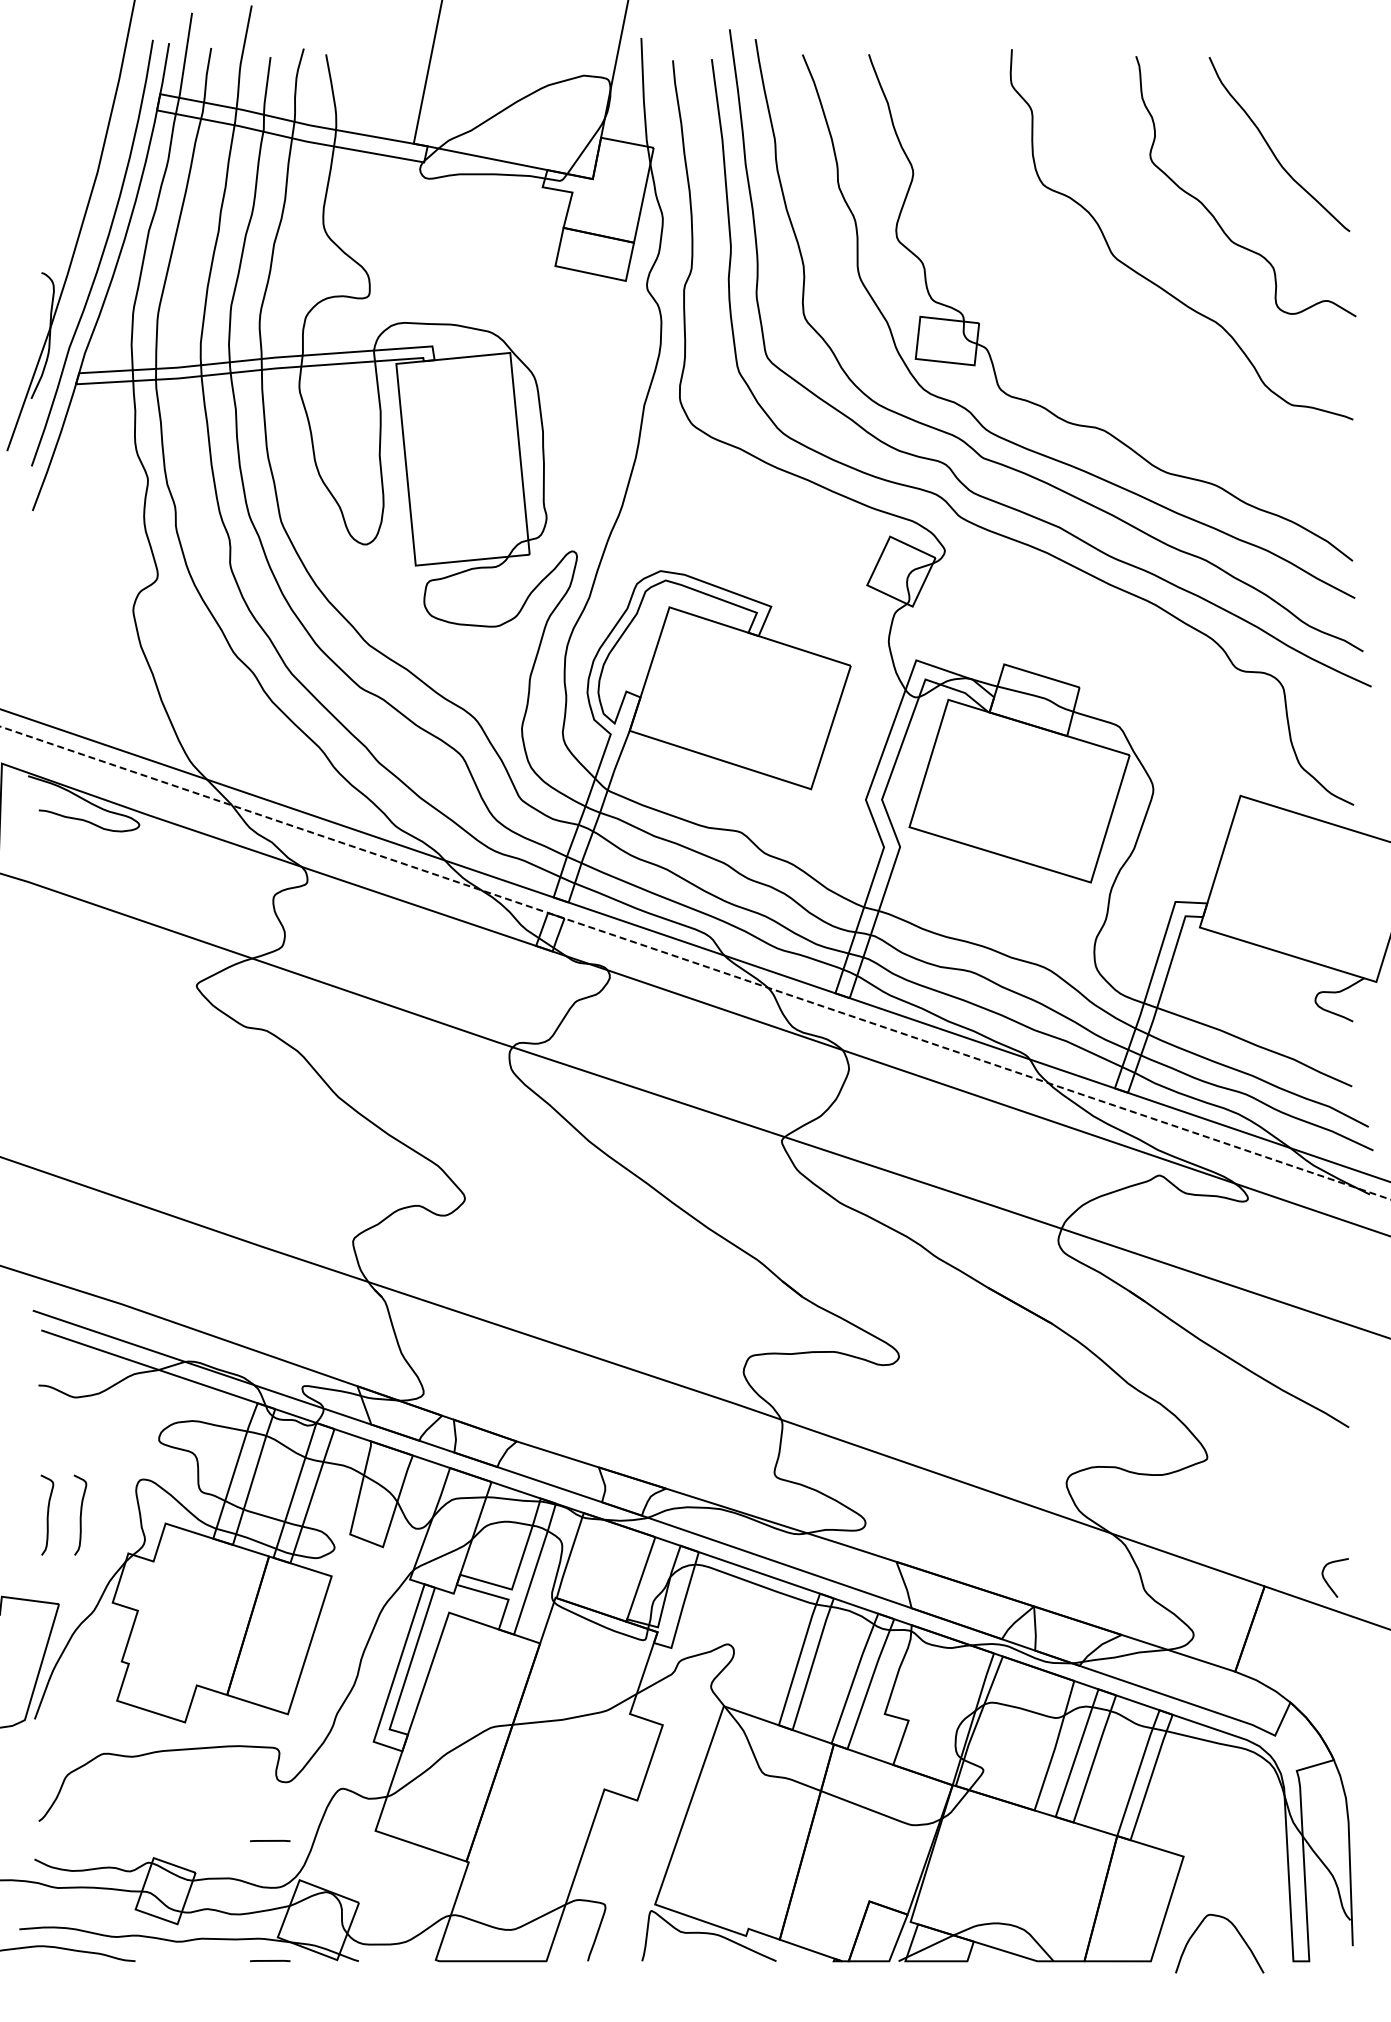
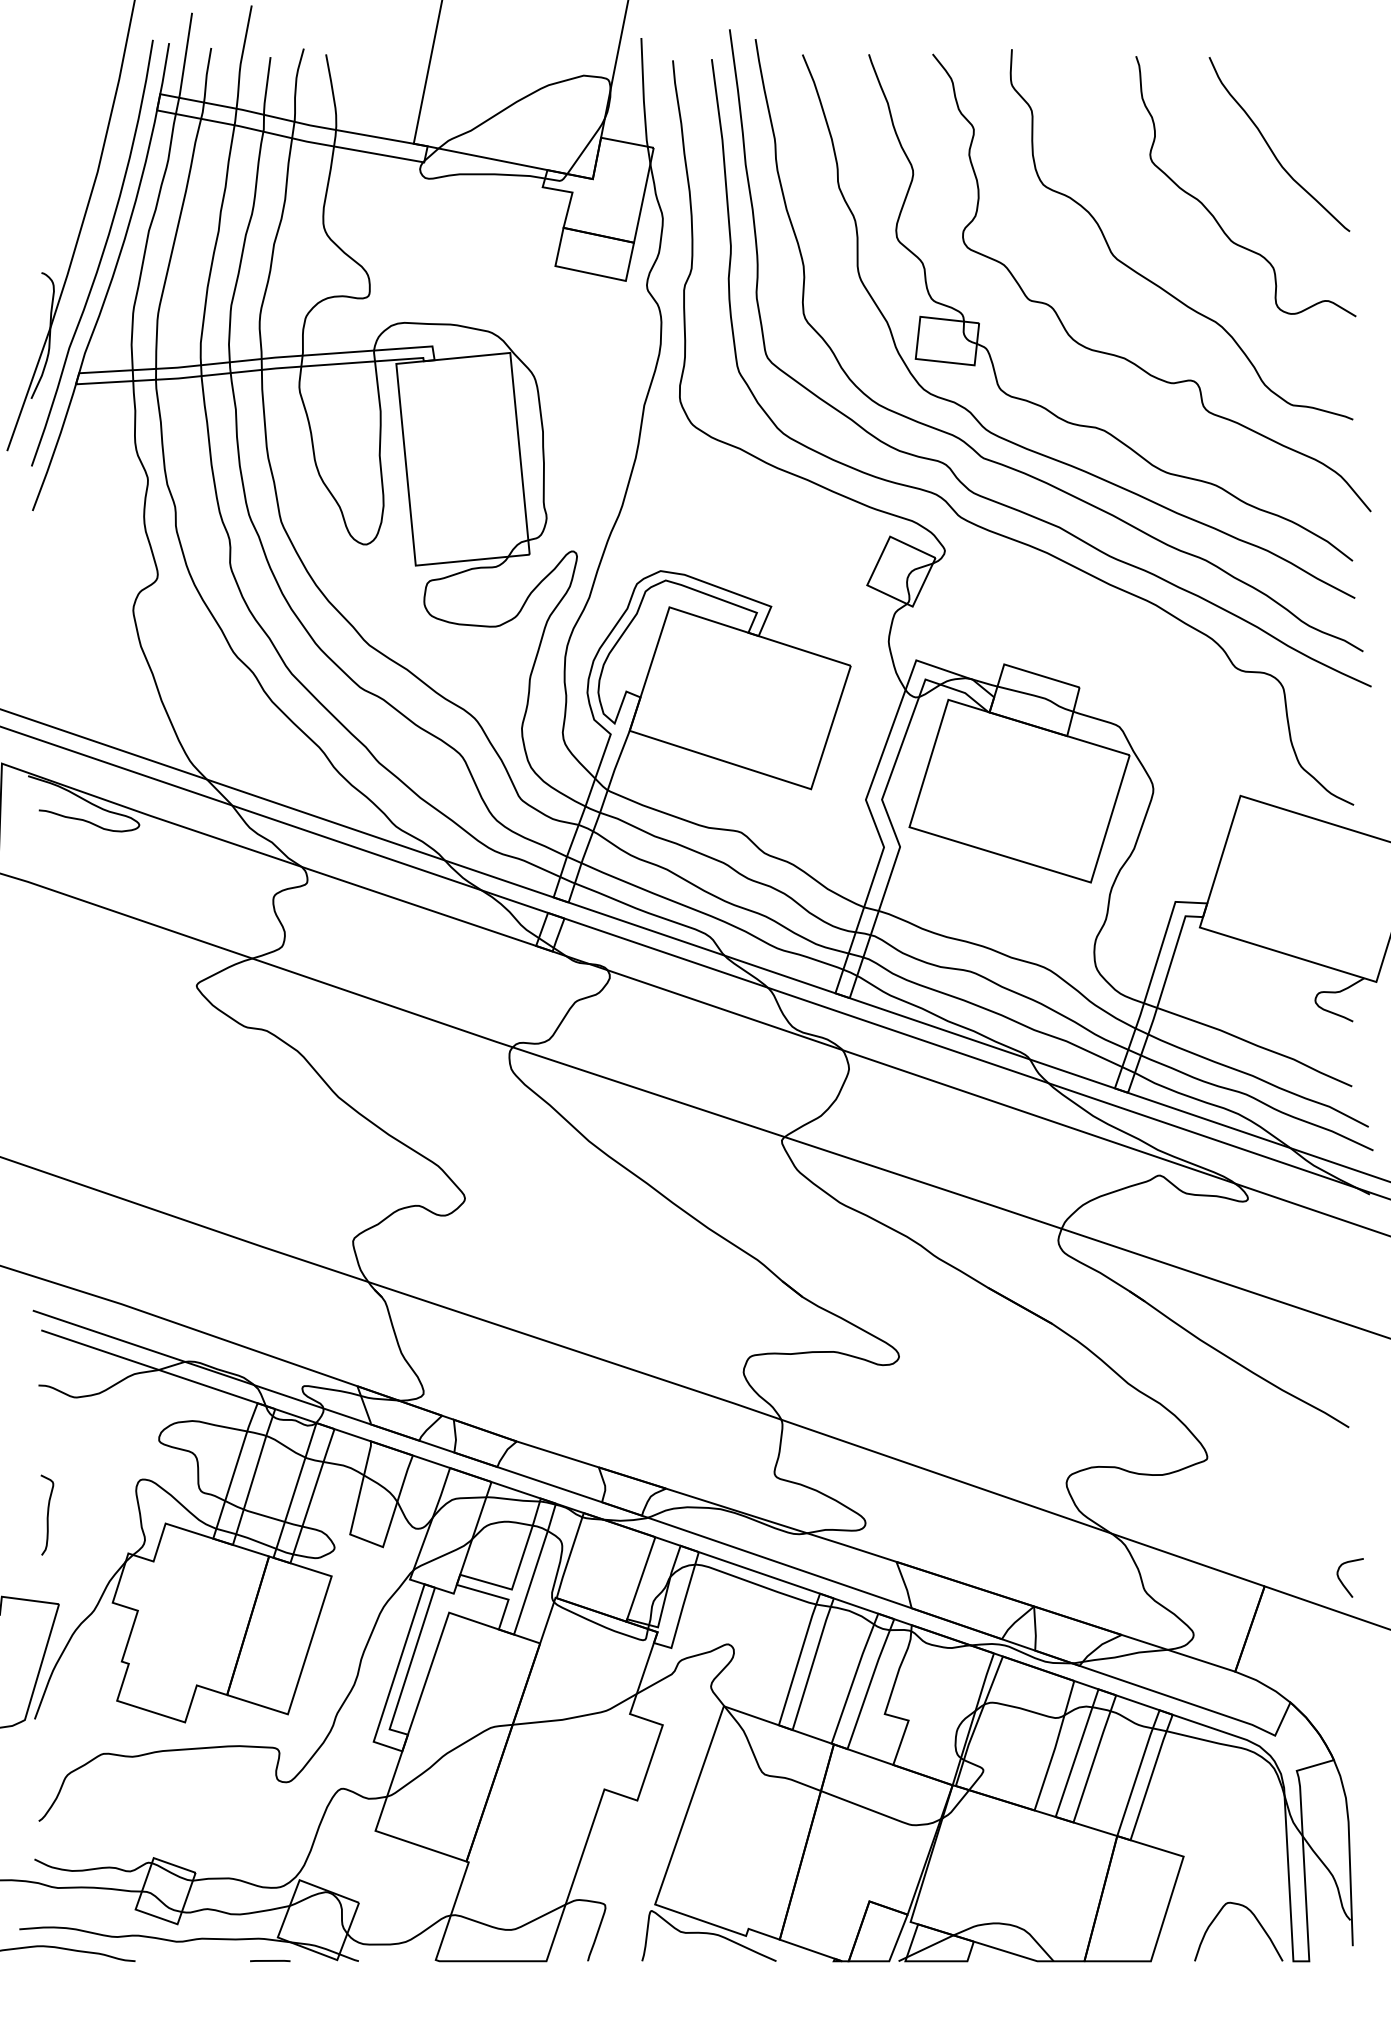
curve at (1125, 357): none -> present
line at (694, 962): dashed -> solid
curve at (80, 1514): present -> none
curve at (1327, 1581) position: (1327, 1581) -> (1342, 1581)
line at (270, 1841): present -> none
curve at (1237, 1932) position: (1237, 1932) -> (1256, 1920)
